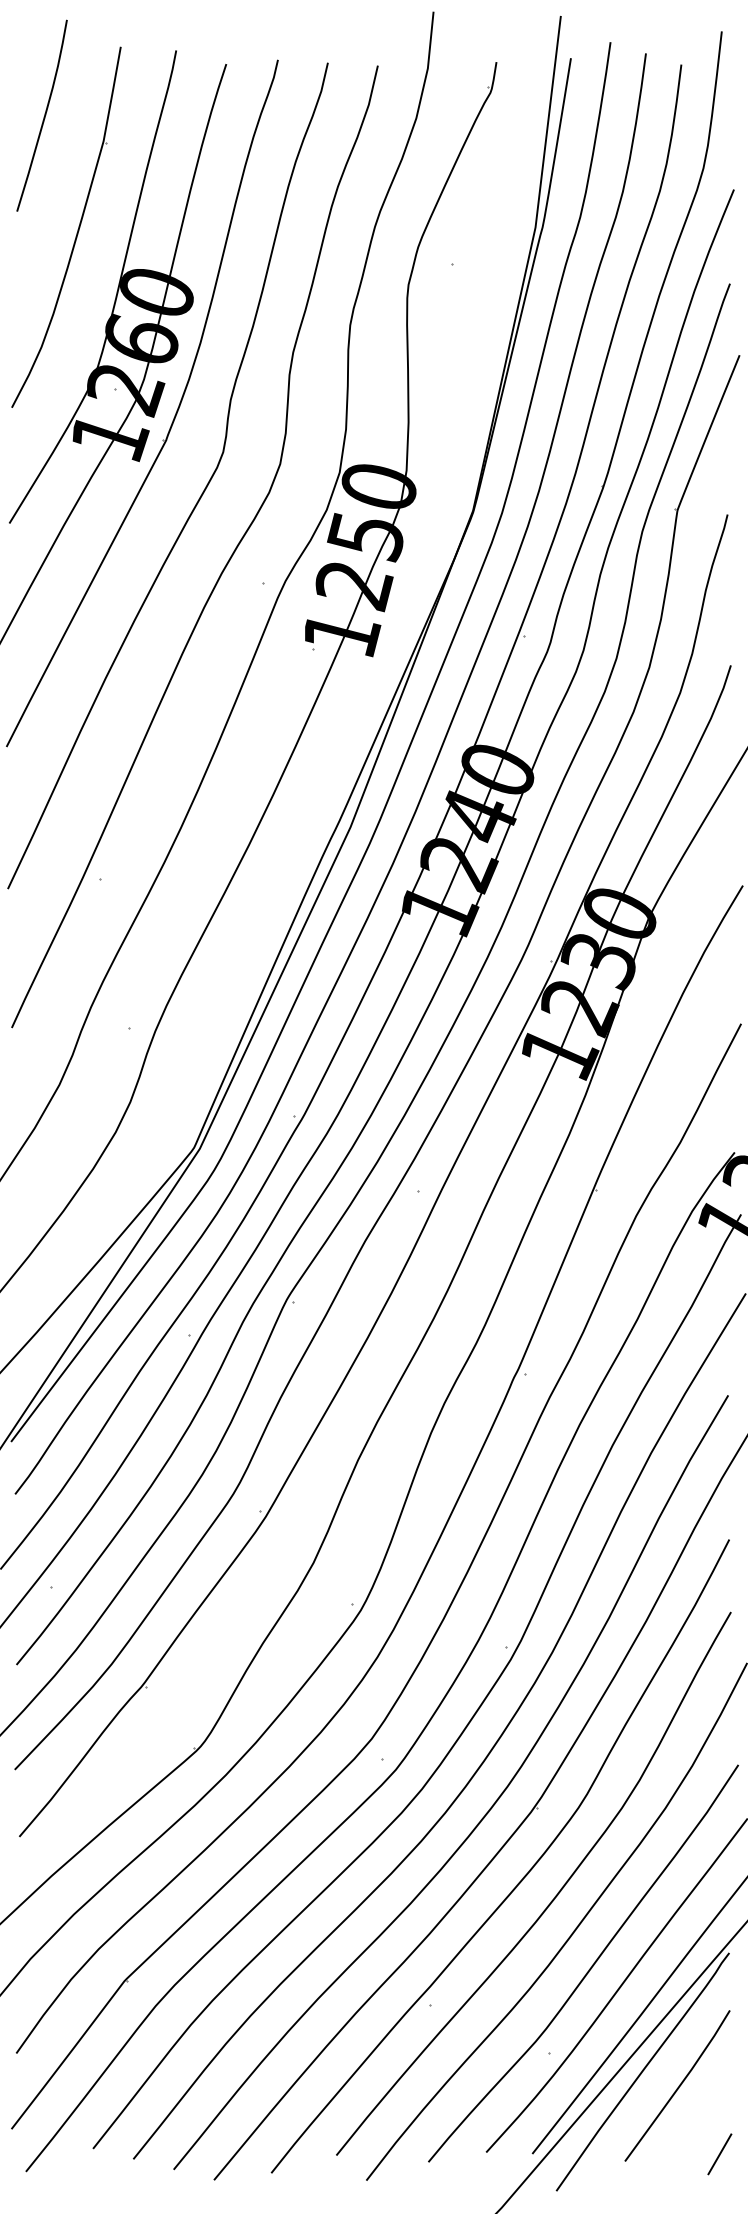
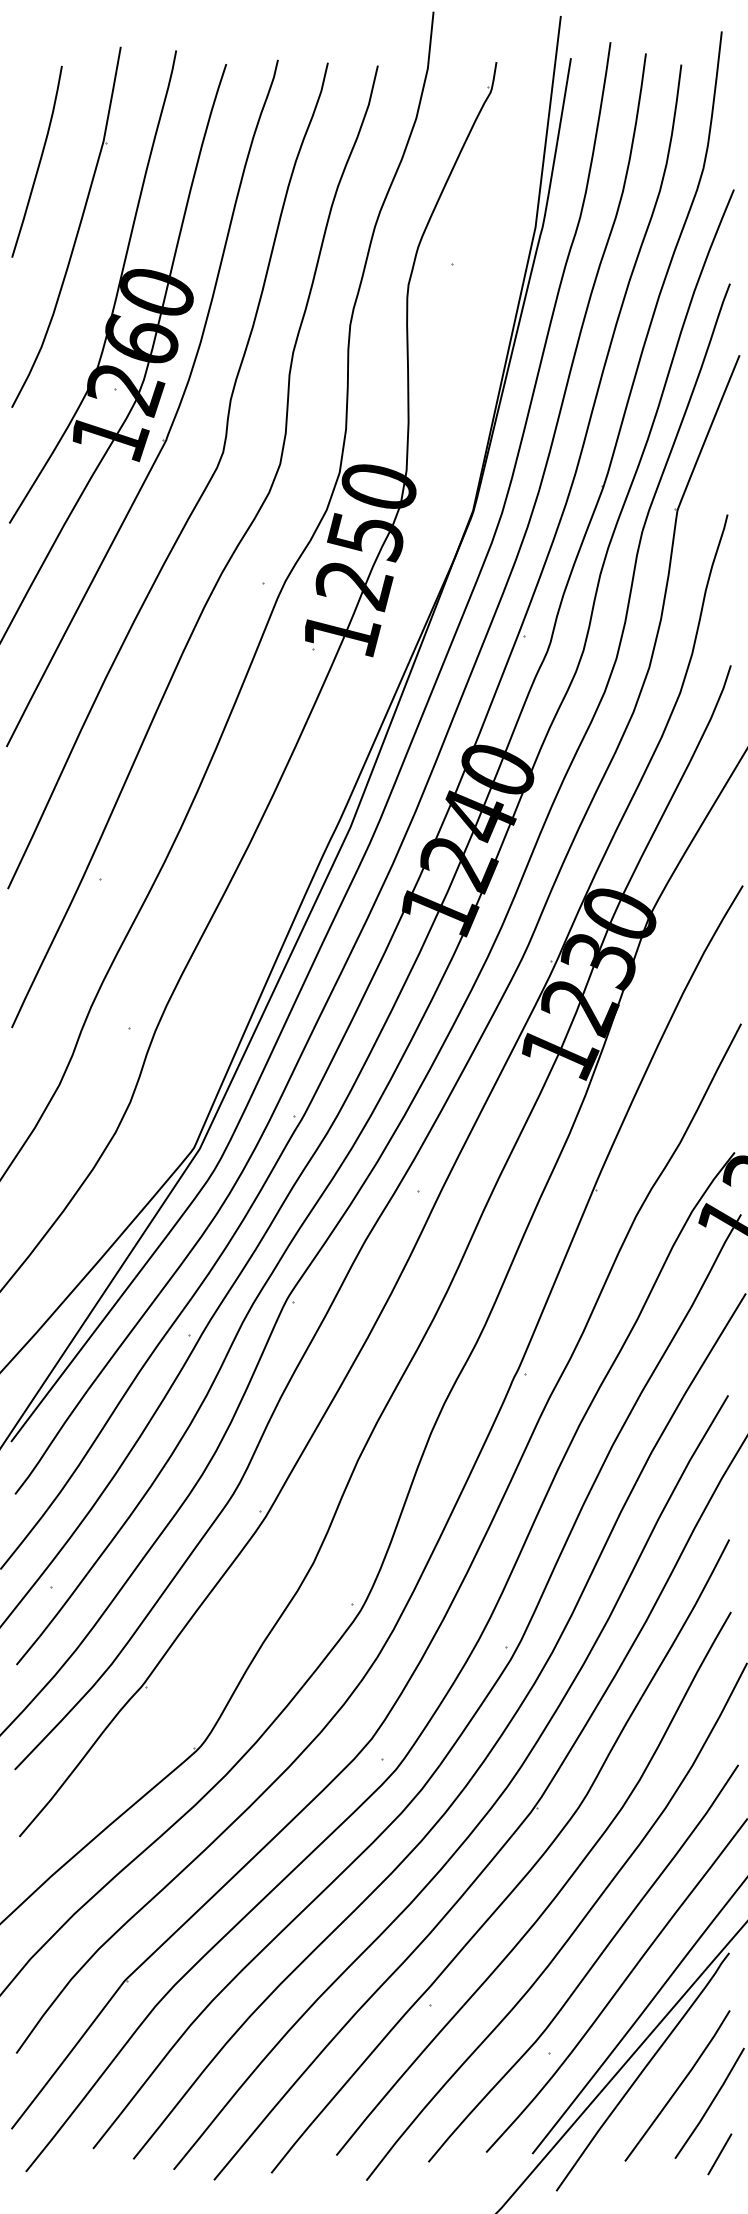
curve at (43, 117) position: (43, 117) -> (38, 163)
line at (710, 2103): none -> present
